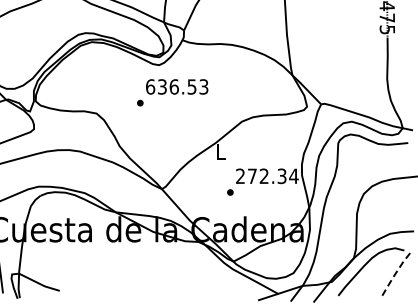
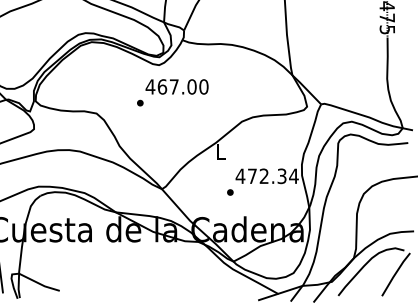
text at (176, 86): 636.53 -> 467.00
text at (240, 175): 272.34 -> 472.34
line at (395, 274): dashed -> solid
